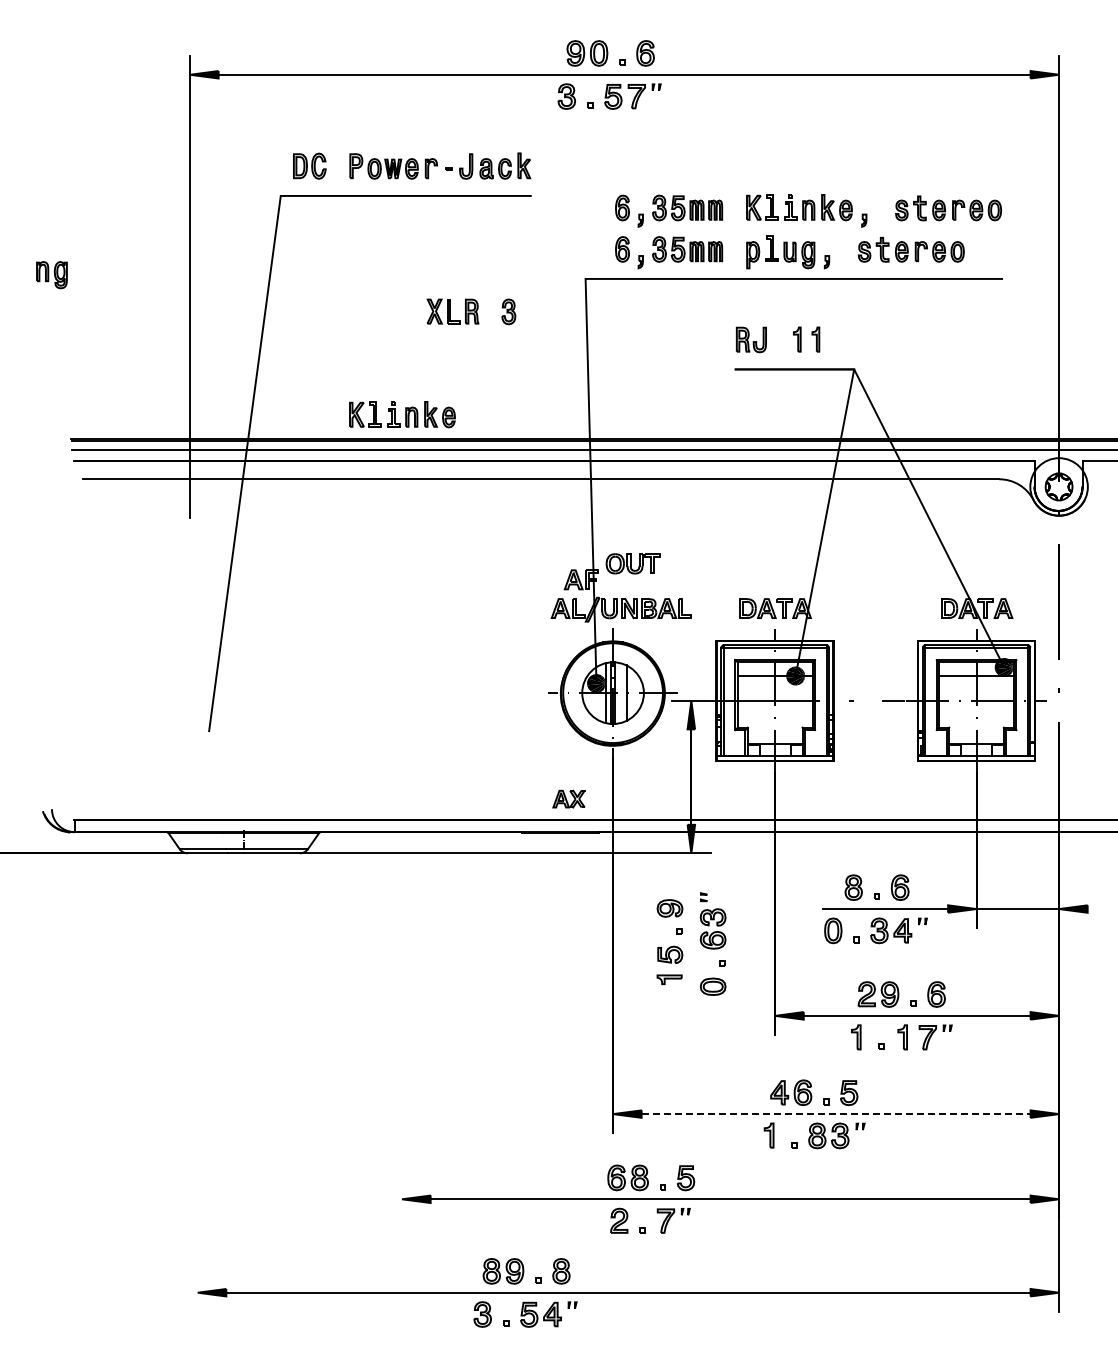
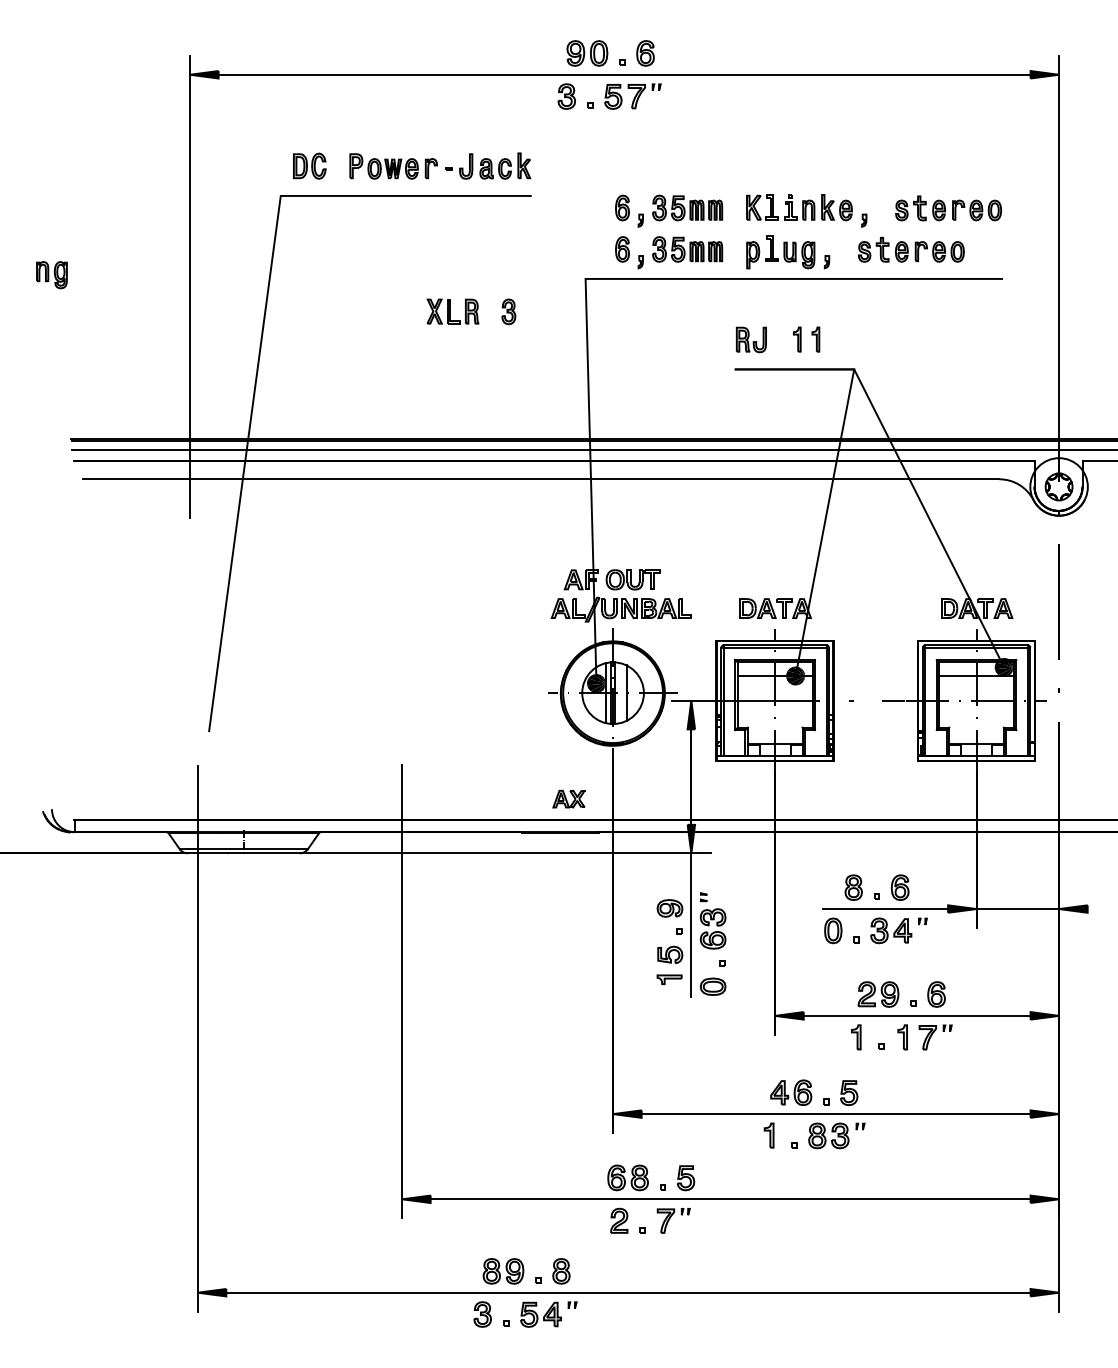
part at (402, 414): present -> none
part at (632, 563) position: (632, 563) -> (632, 579)
line at (691, 925): none -> present
line at (402, 991): none -> present
line at (197, 1038): none -> present
line at (836, 1114): dashed -> solid
